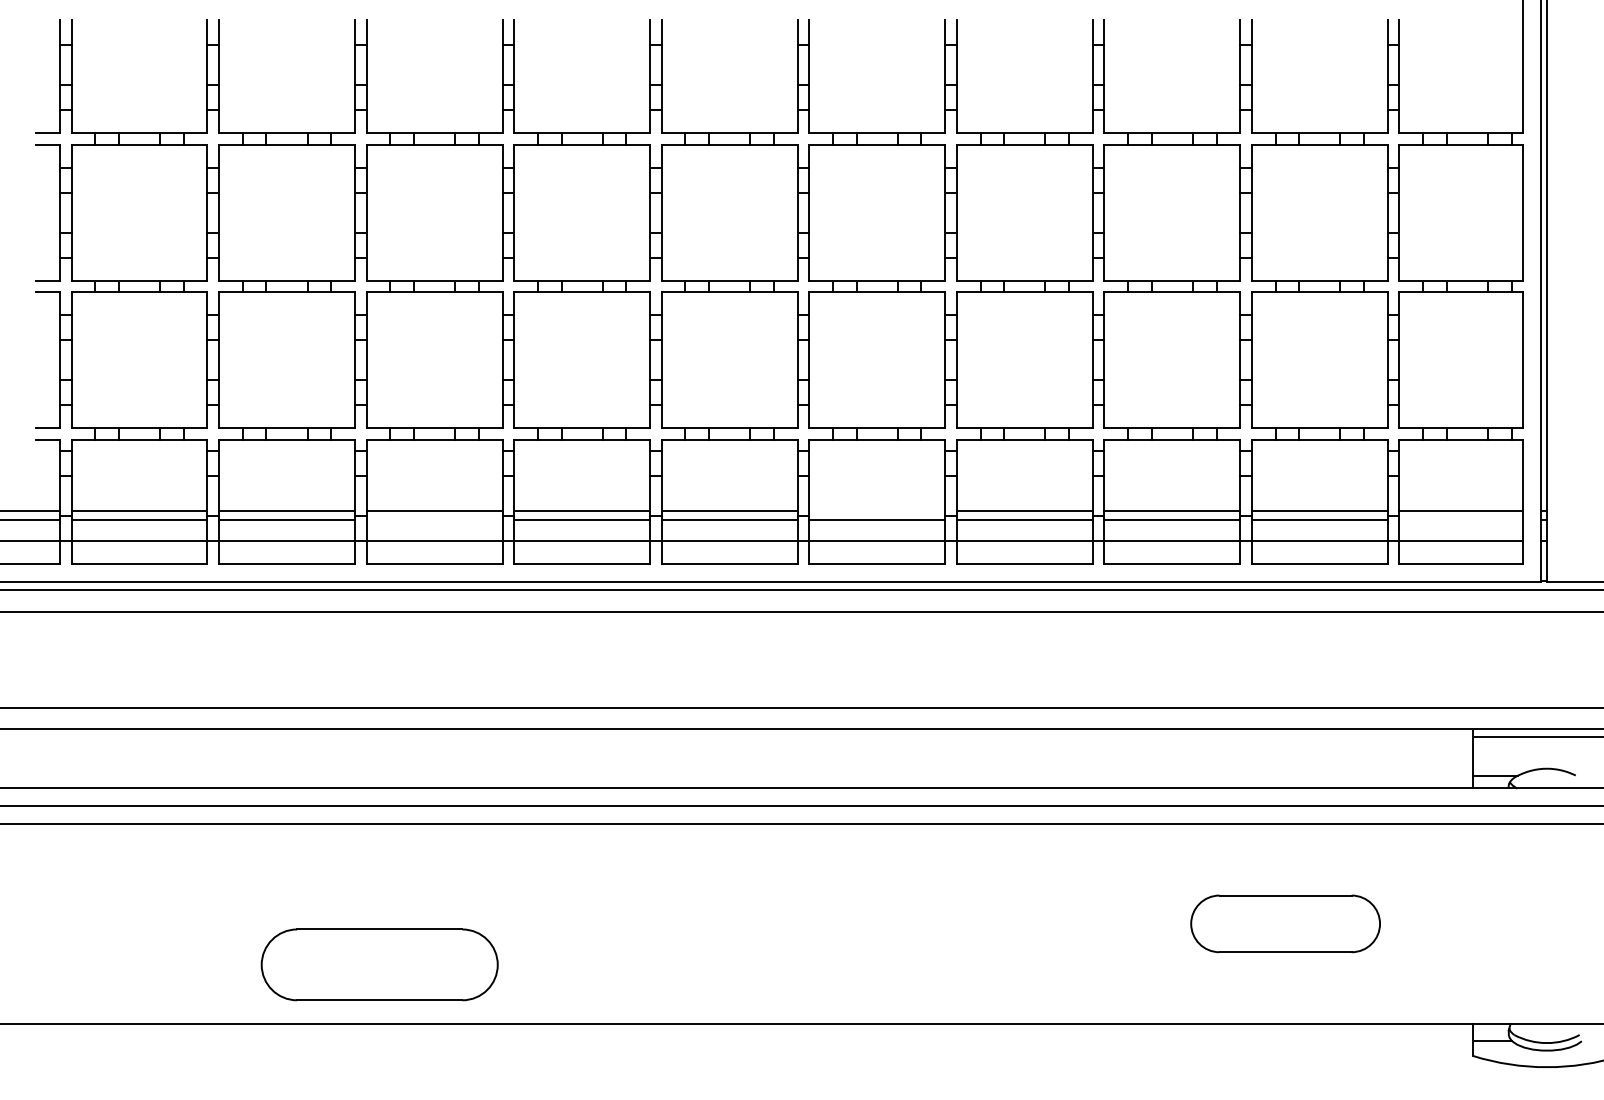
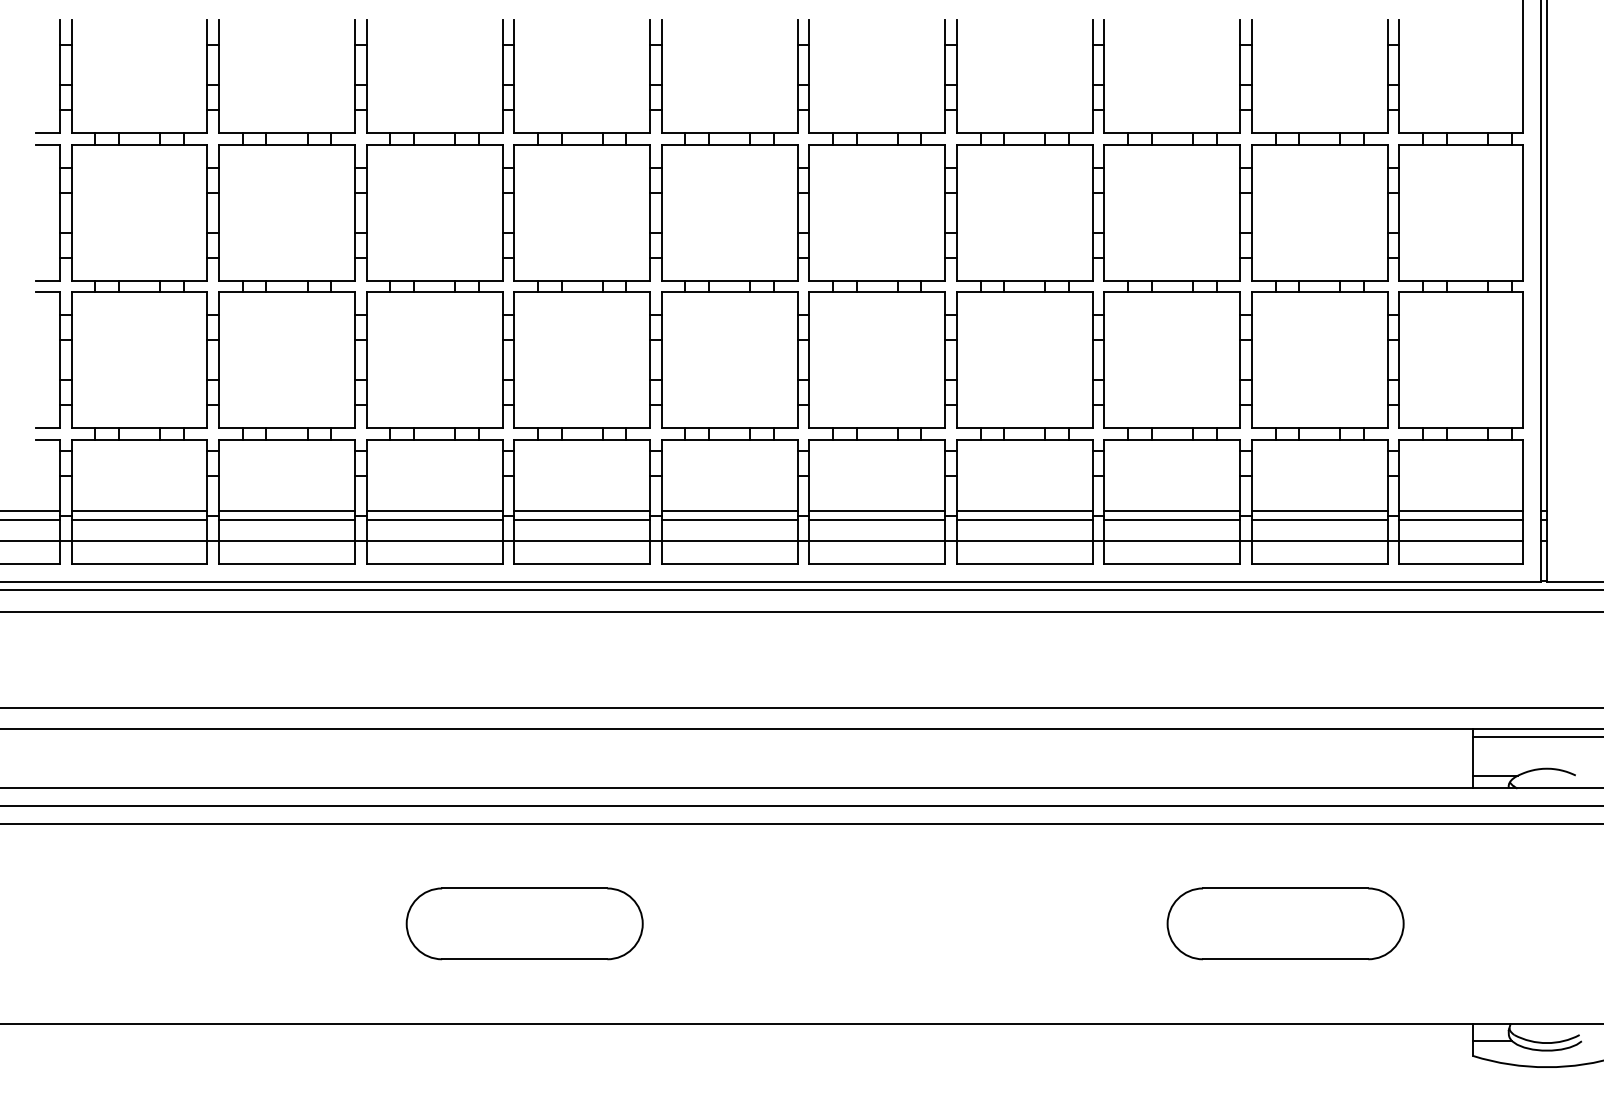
line at (877, 510): none -> present
line at (434, 519): none -> present
line at (1461, 519): none -> present
part at (1285, 923) size: 191x60 px -> 239x74 px
part at (379, 964) position: (379, 964) -> (524, 923)
